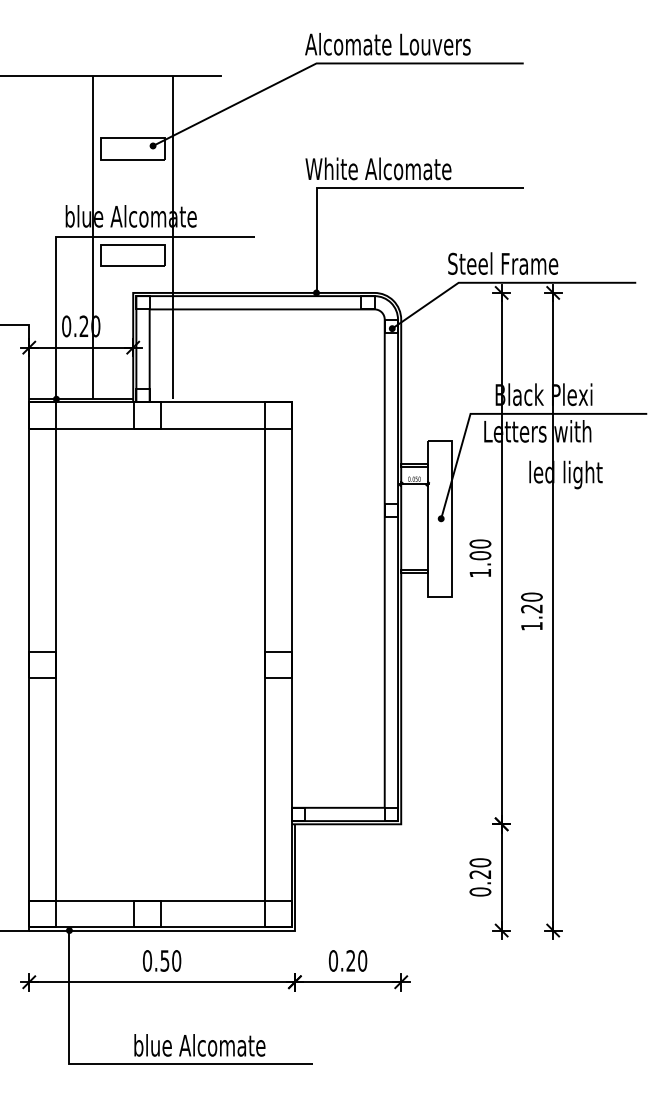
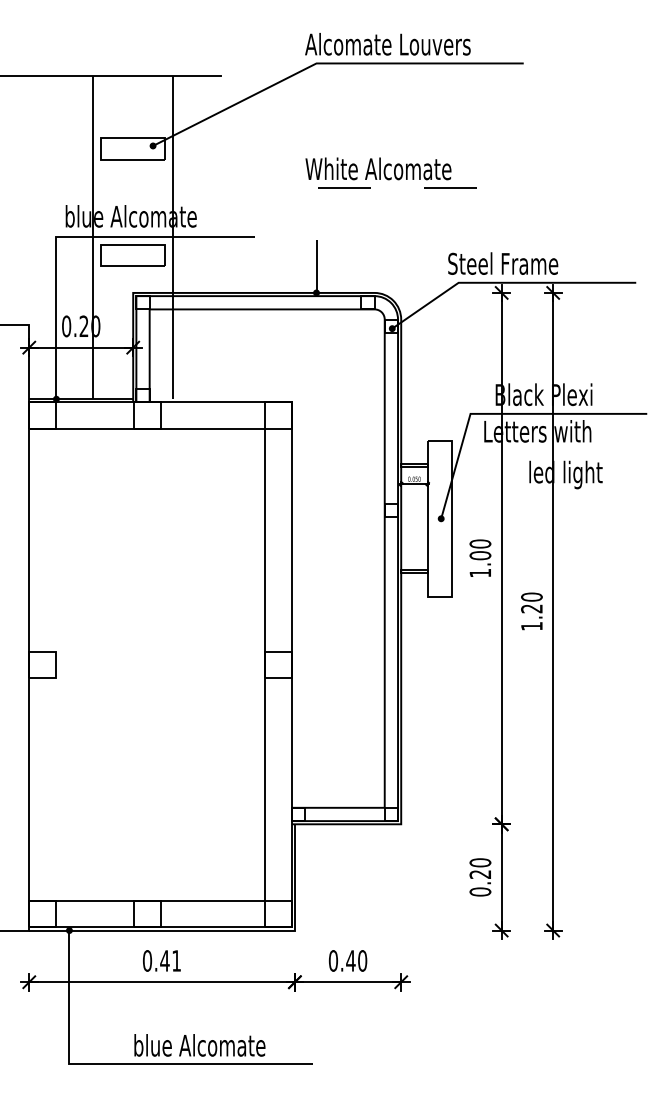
line at (367, 188): solid -> dashed
line at (55, 664): present -> none
text at (170, 960): 0.50 -> 0.41
text at (350, 960): 0.20 -> 0.40
